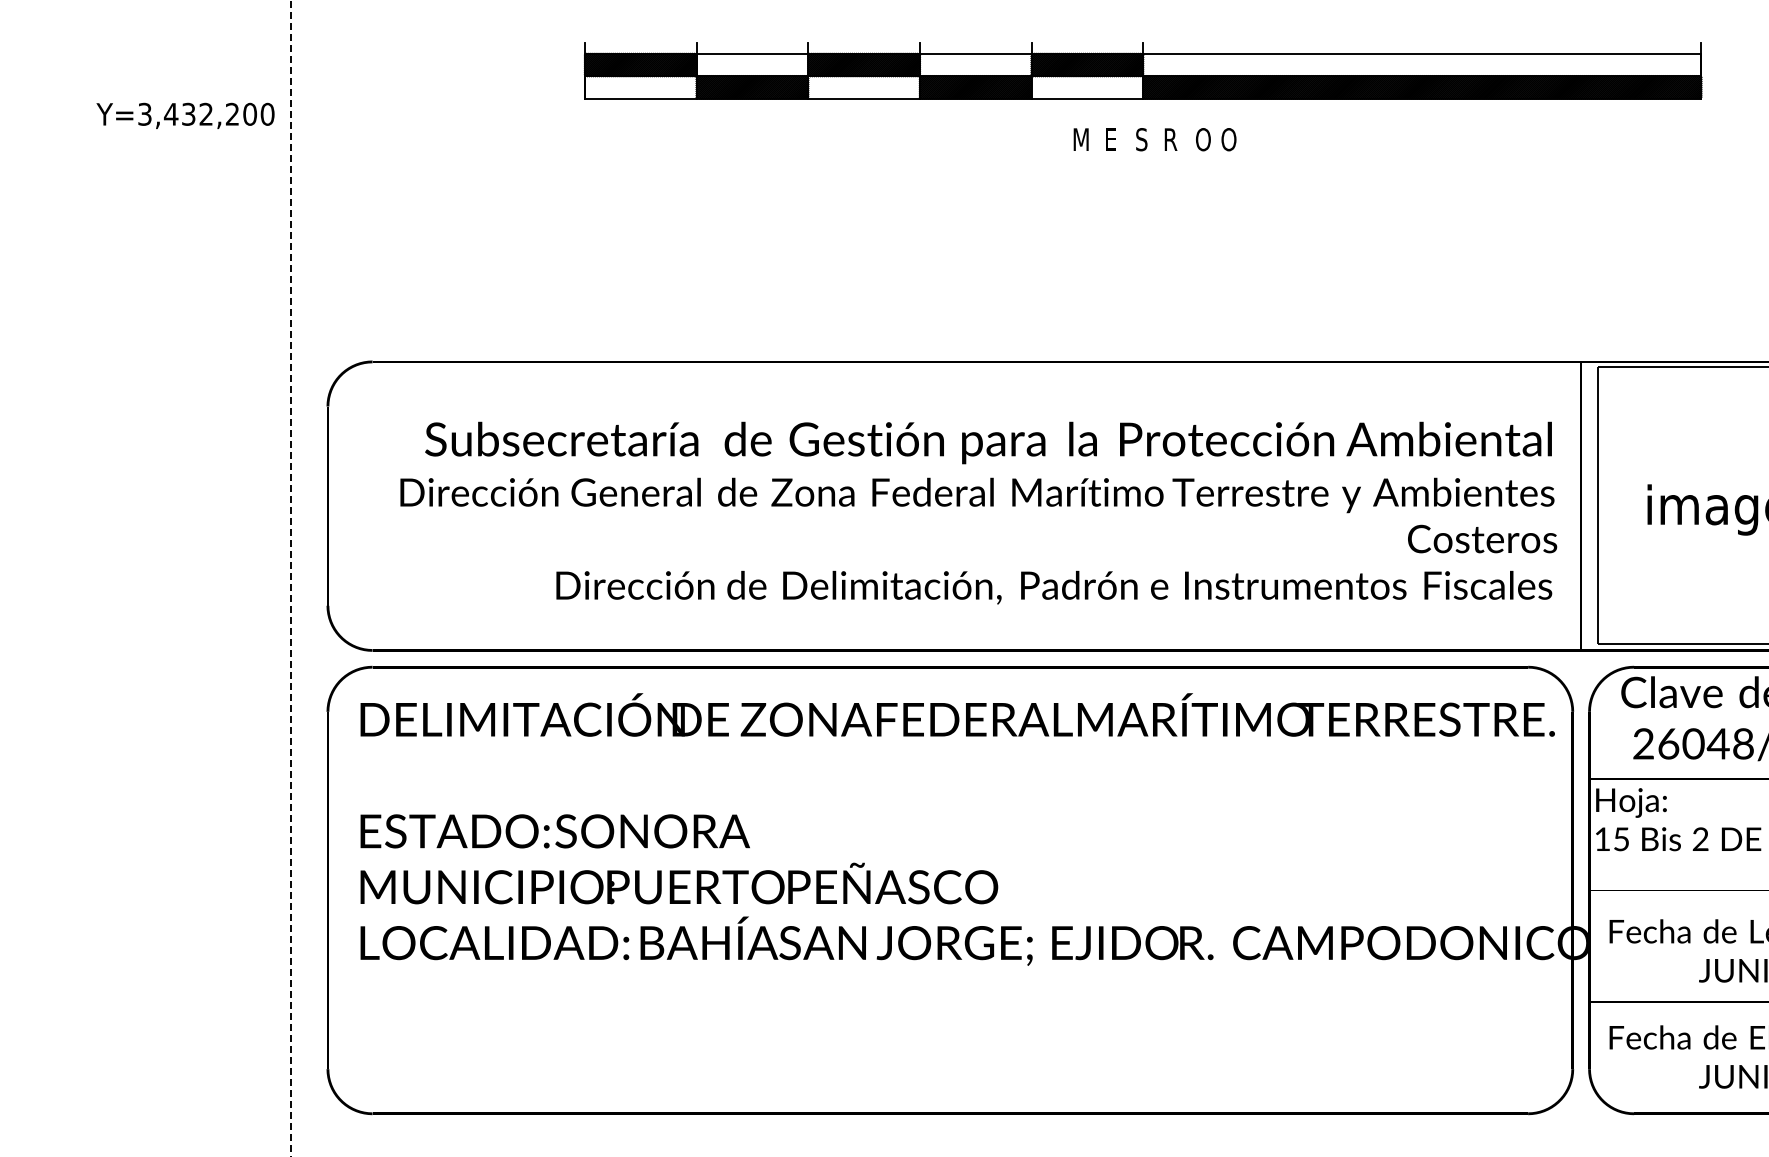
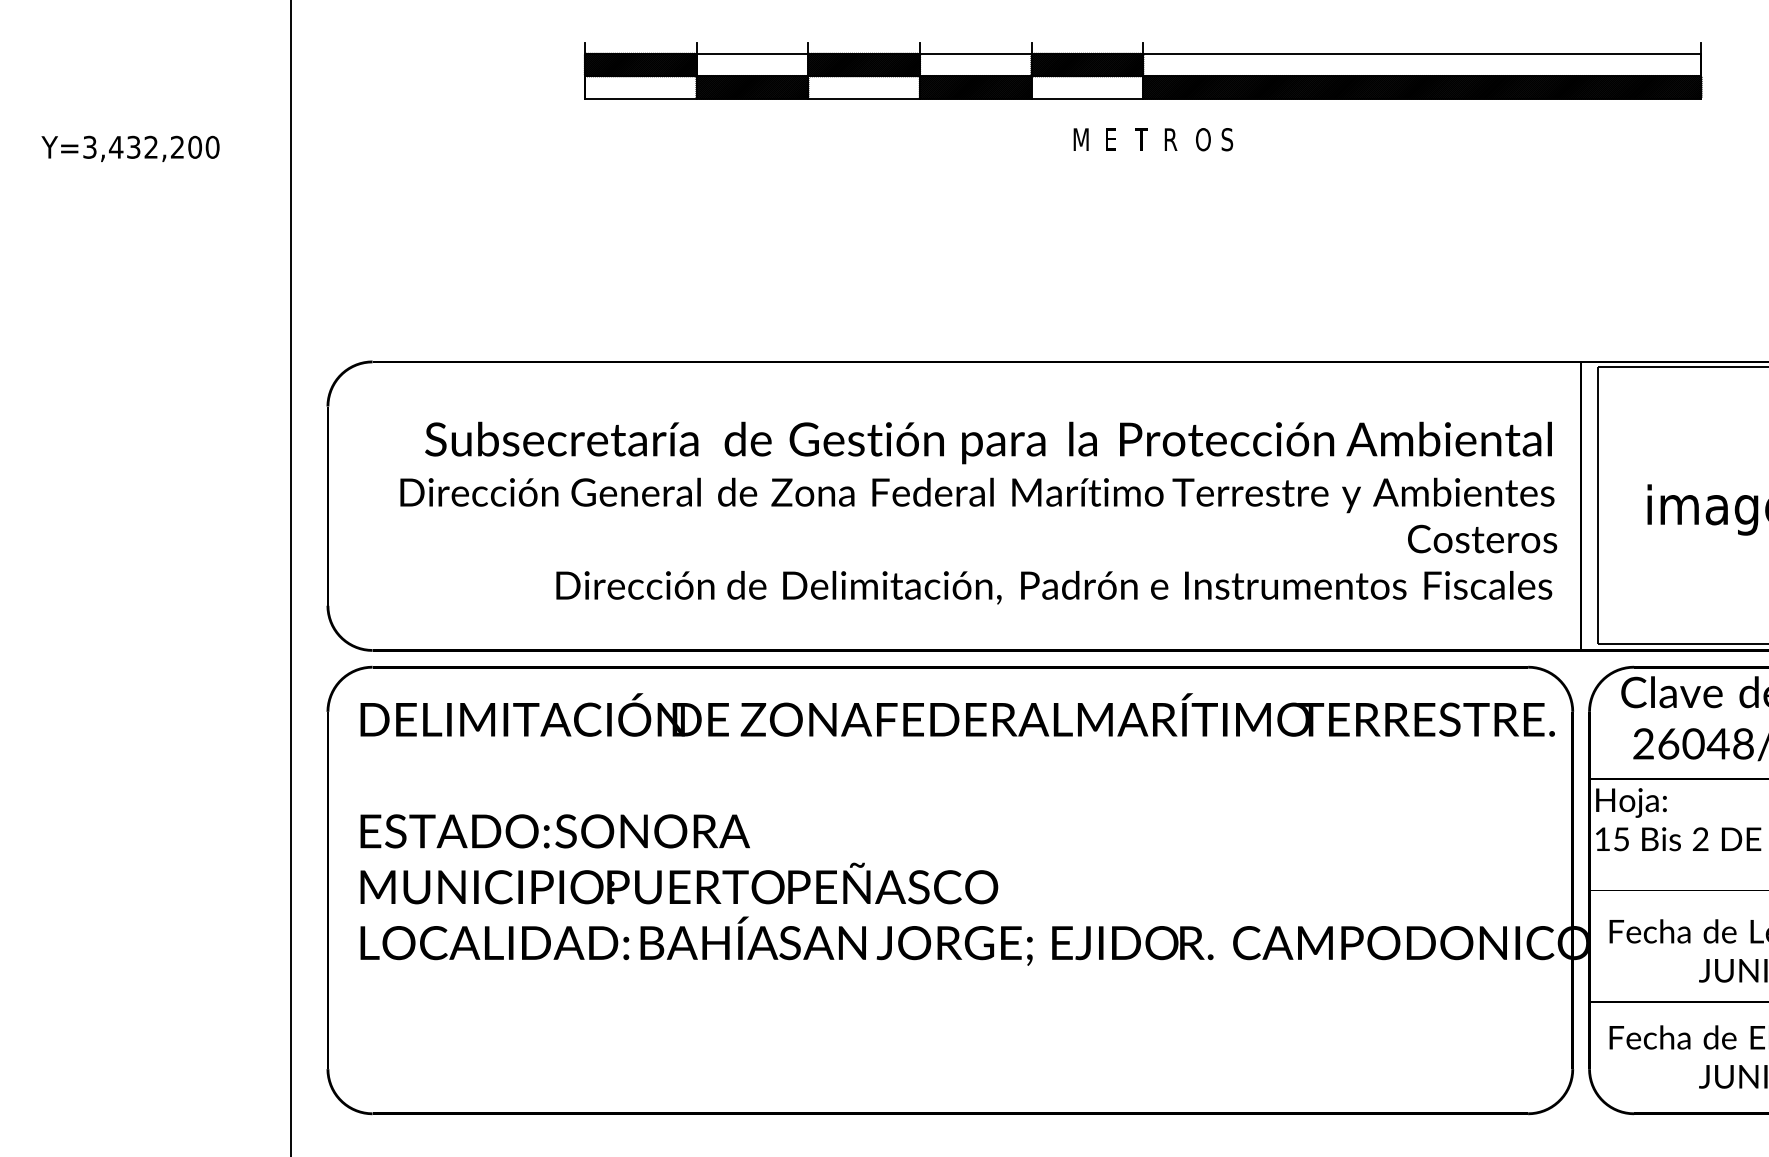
text at (185, 115) position: (185, 115) -> (130, 148)
text at (1141, 139): S -> T
text at (1228, 139): O -> S
line at (290, 578): dashed -> solid
